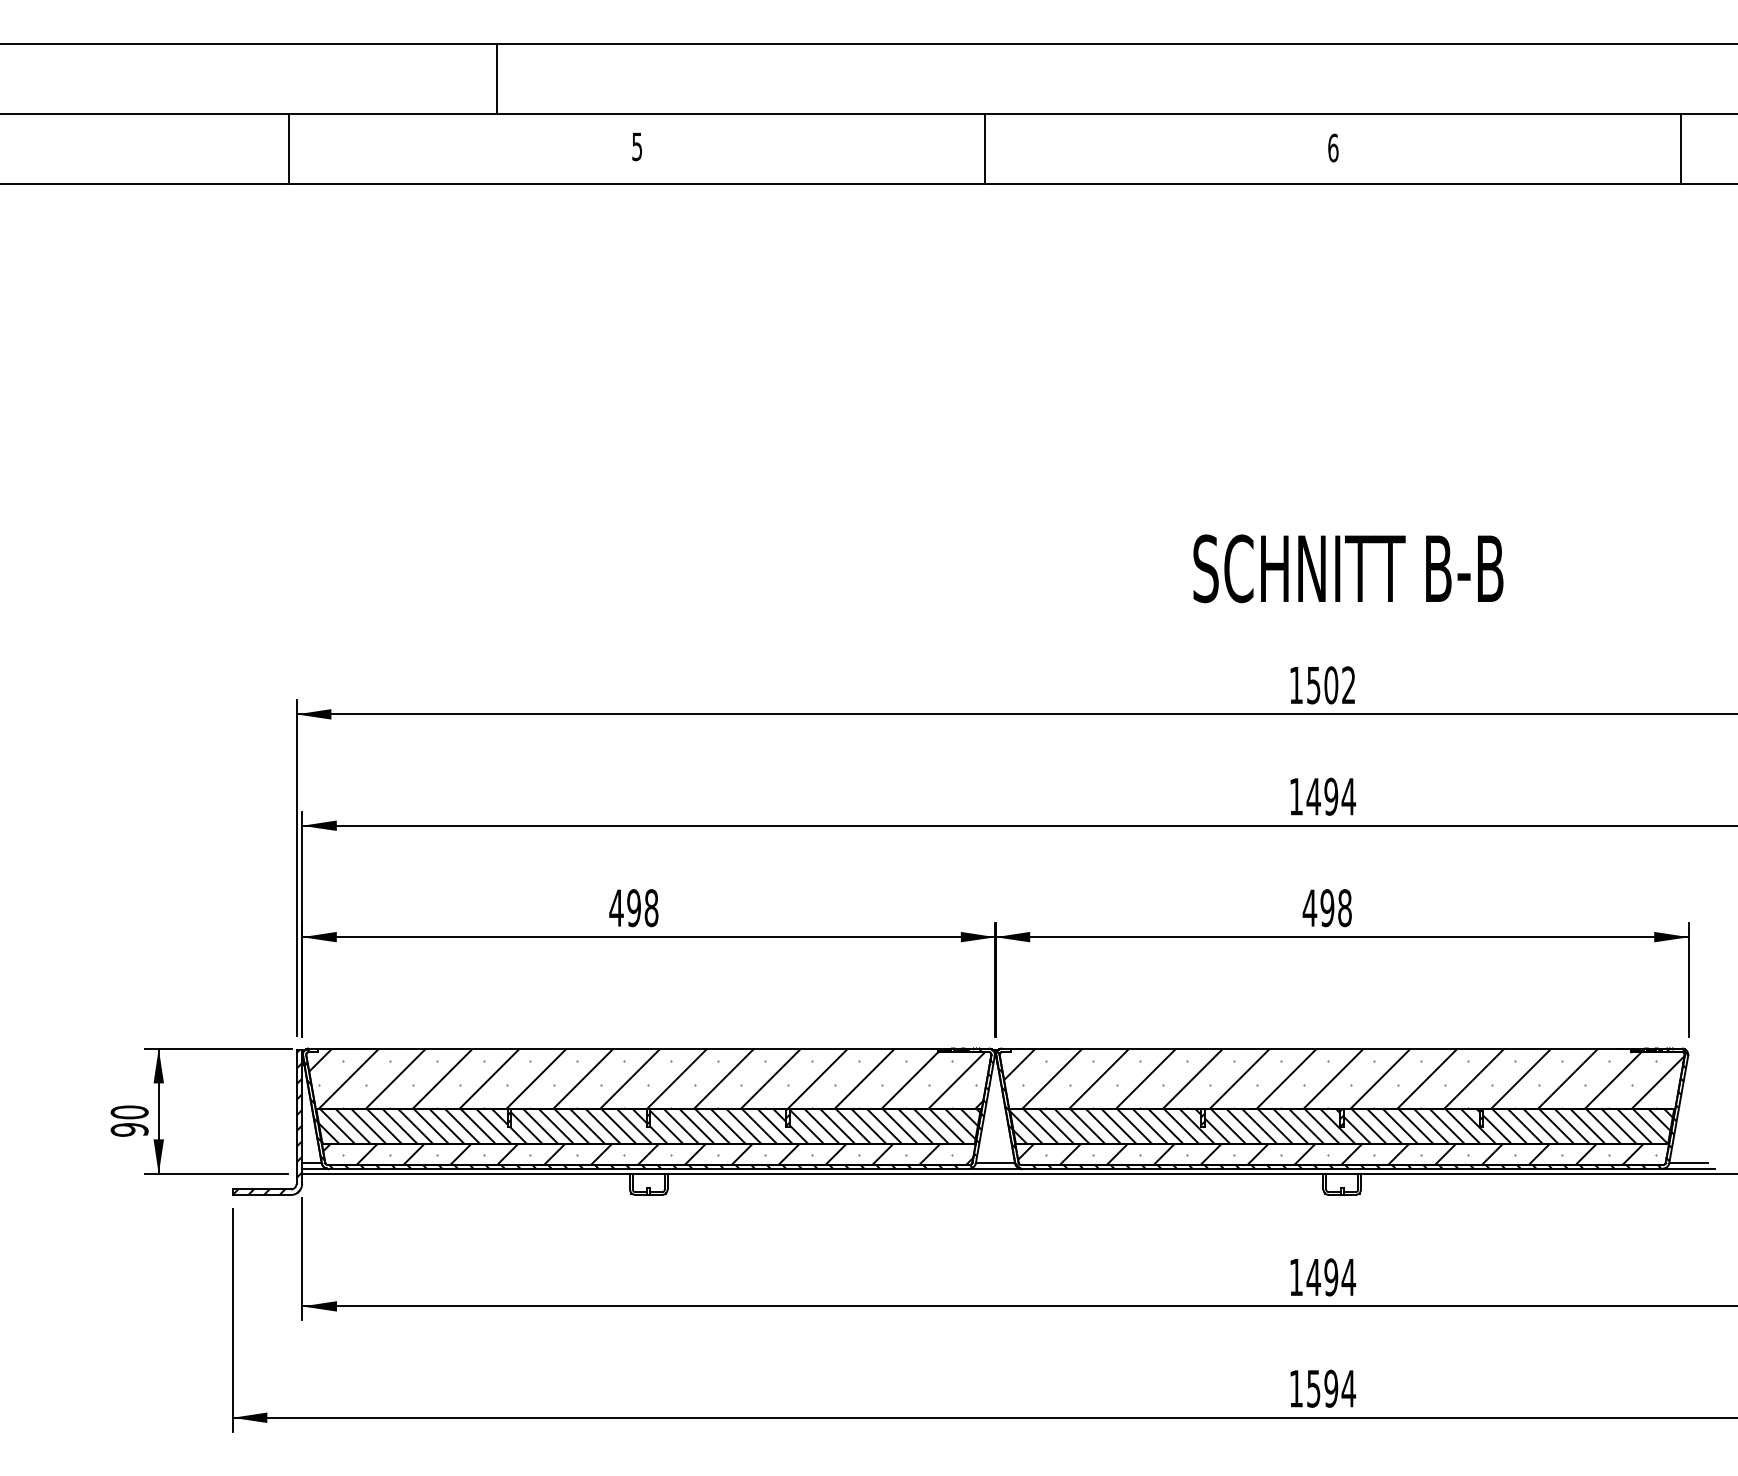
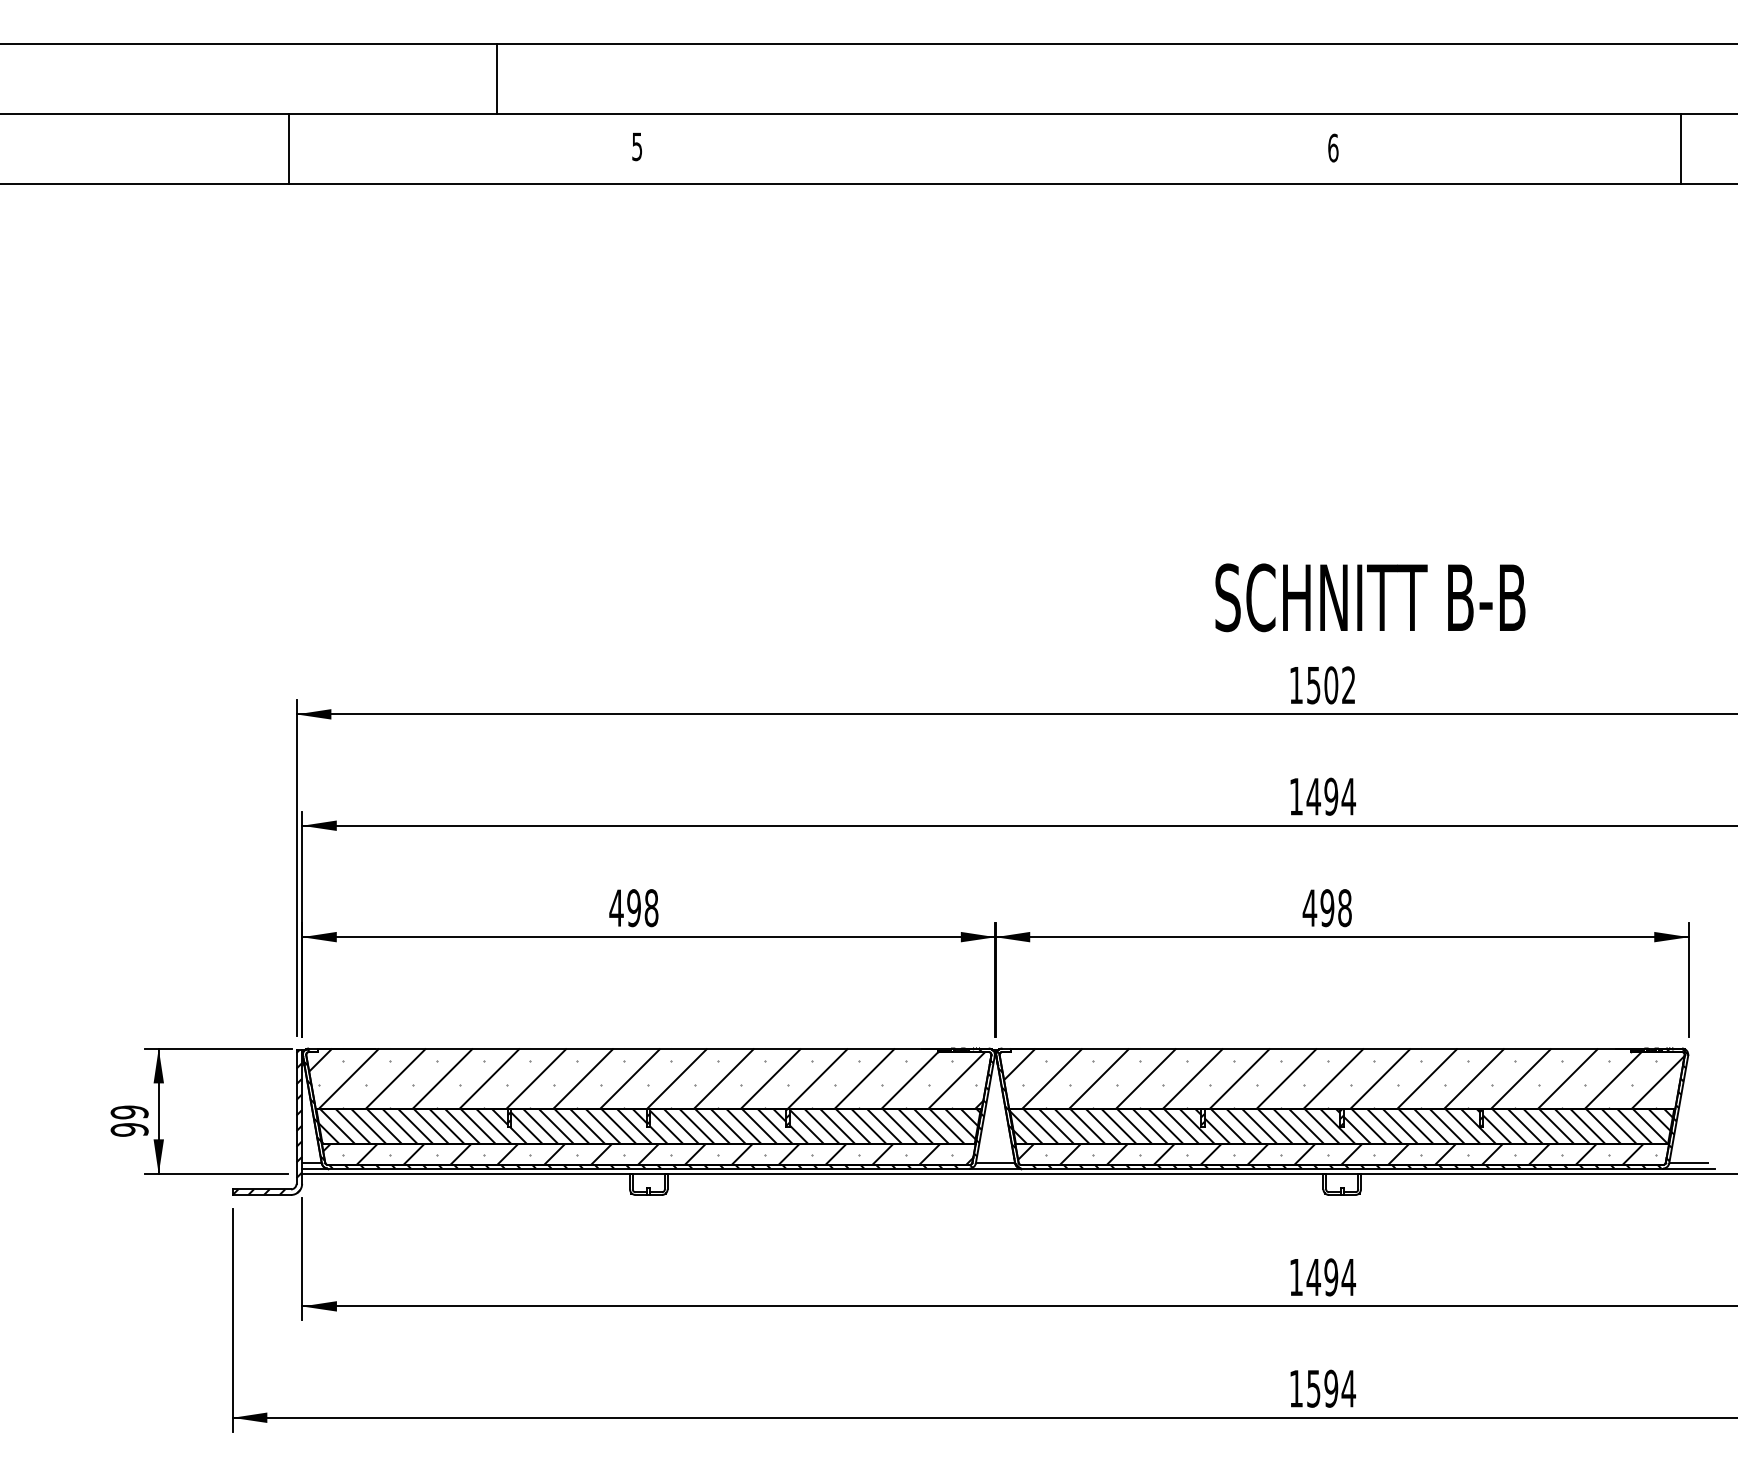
line at (984, 148): present -> none
text at (1348, 568) position: (1348, 568) -> (1370, 597)
text at (129, 1112): 90 -> 99
